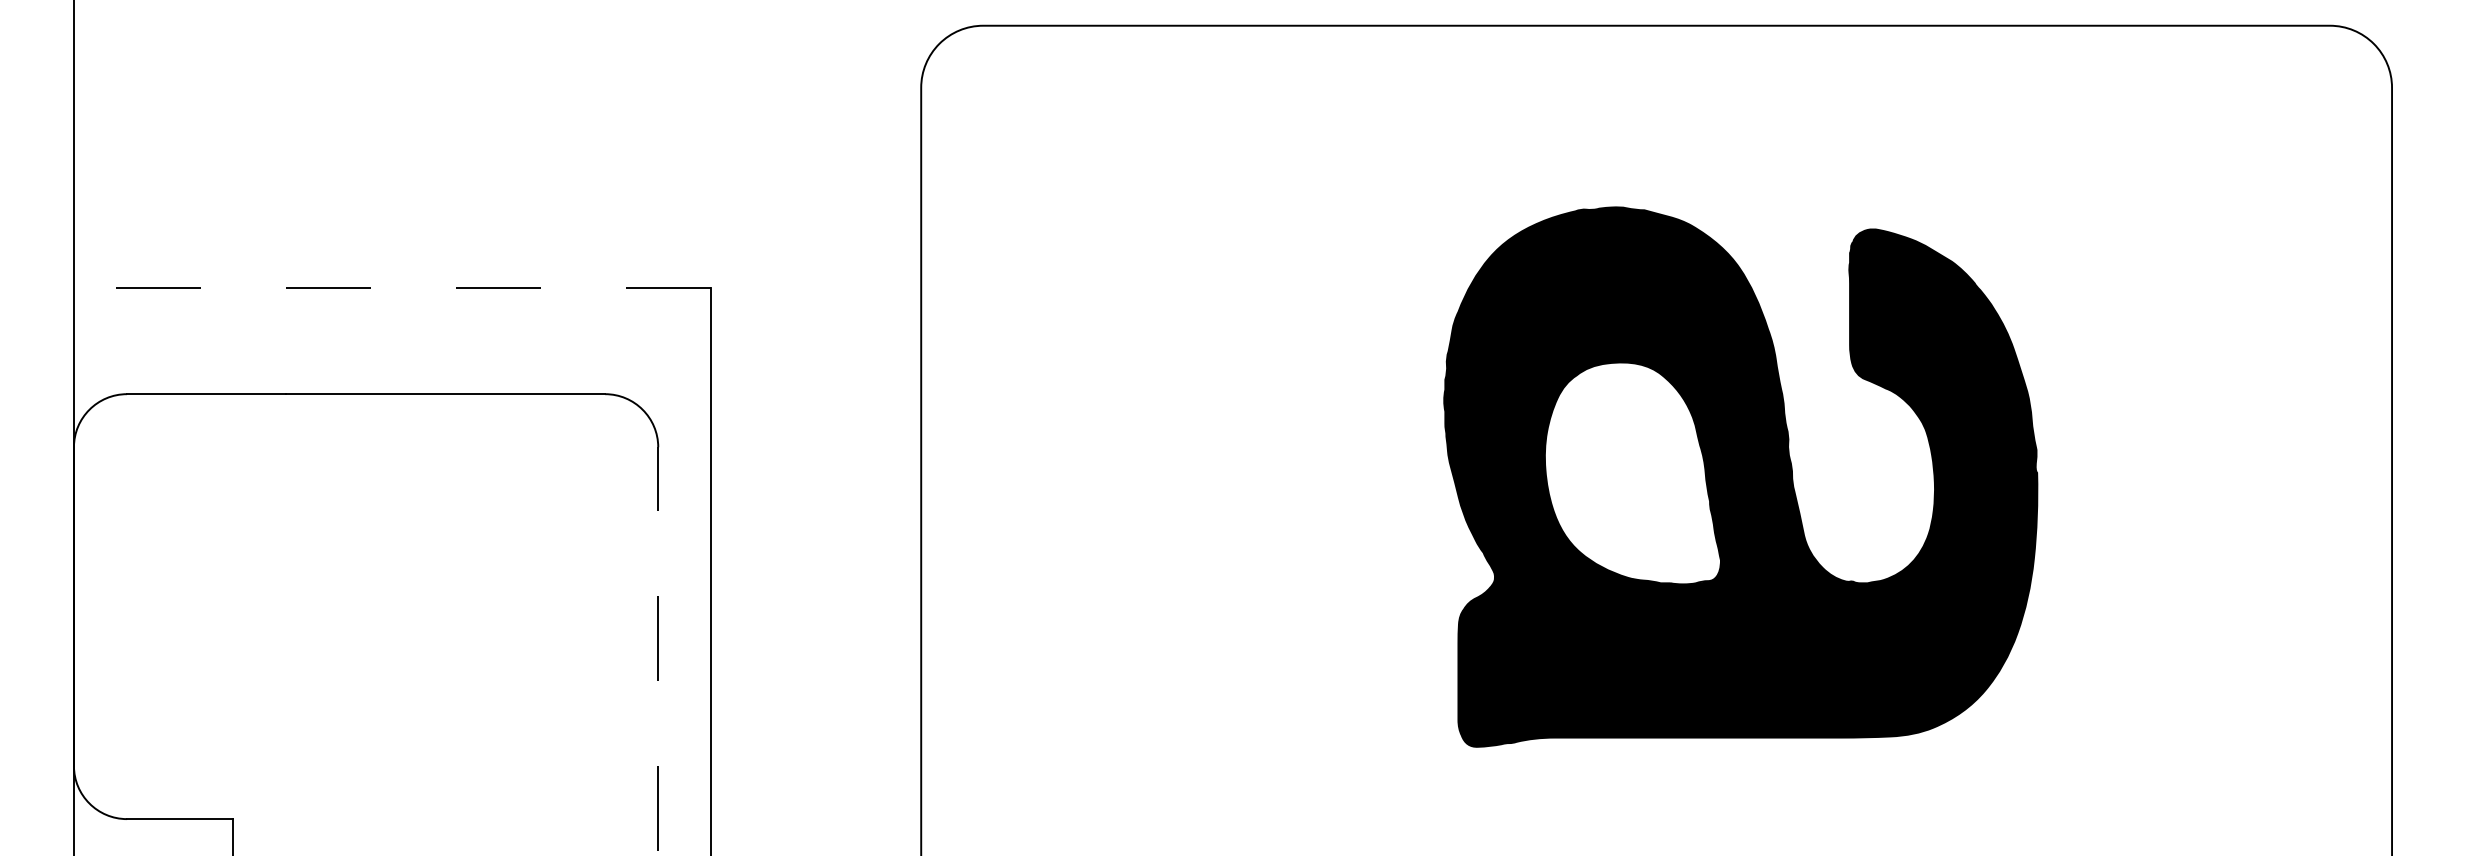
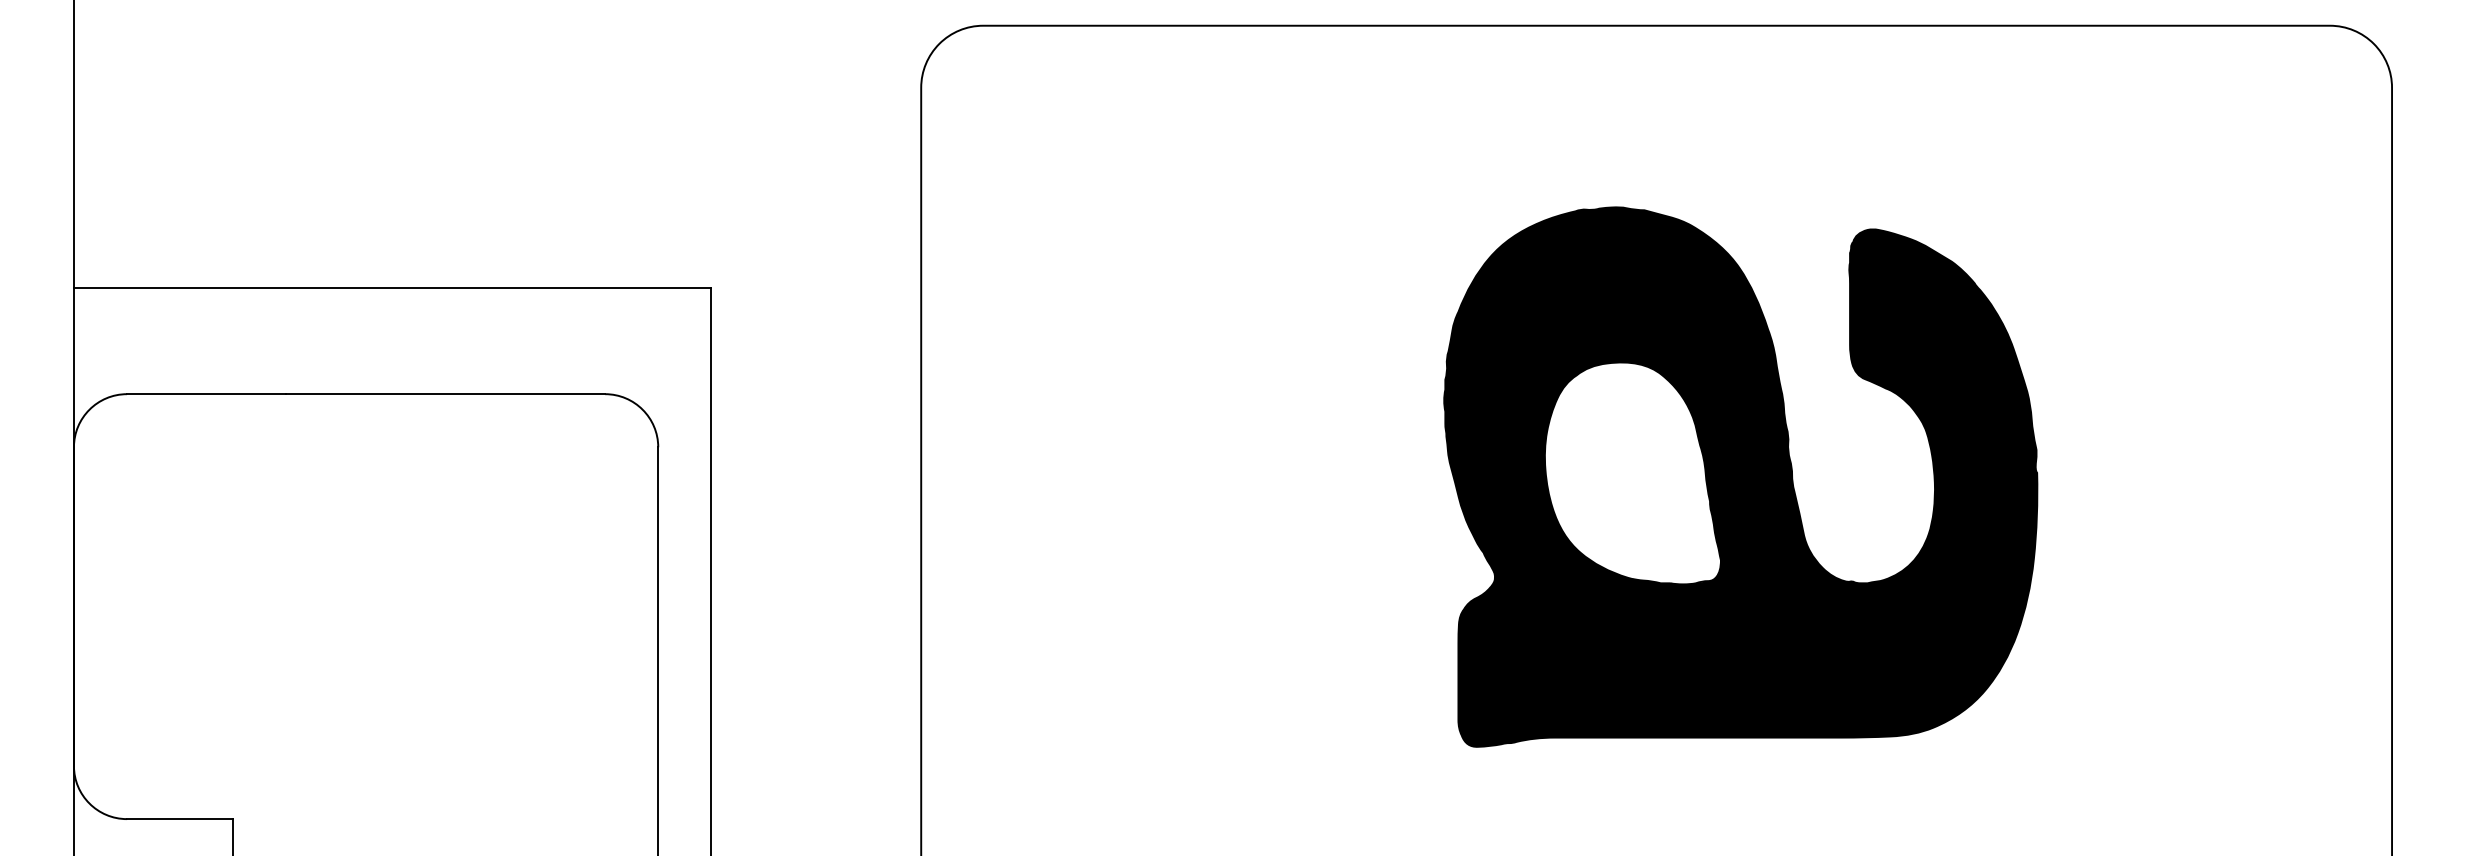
line at (392, 287): dashed -> solid
line at (658, 651): dashed -> solid
